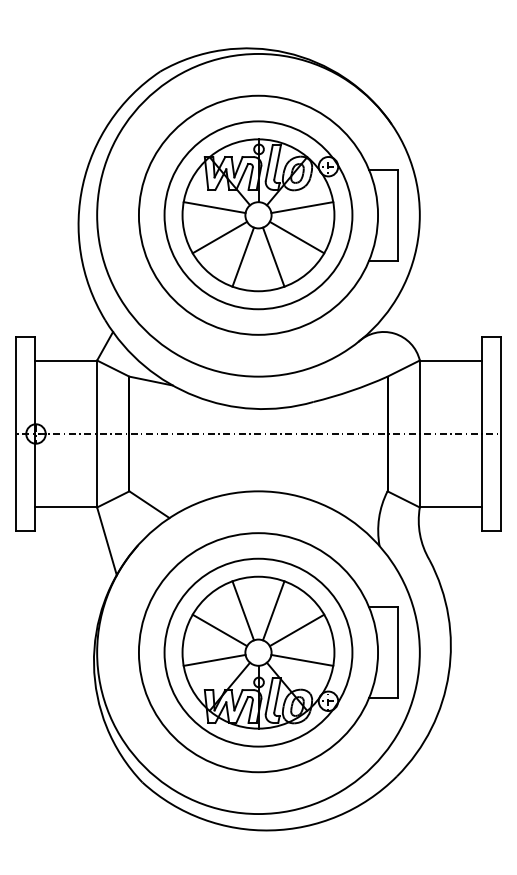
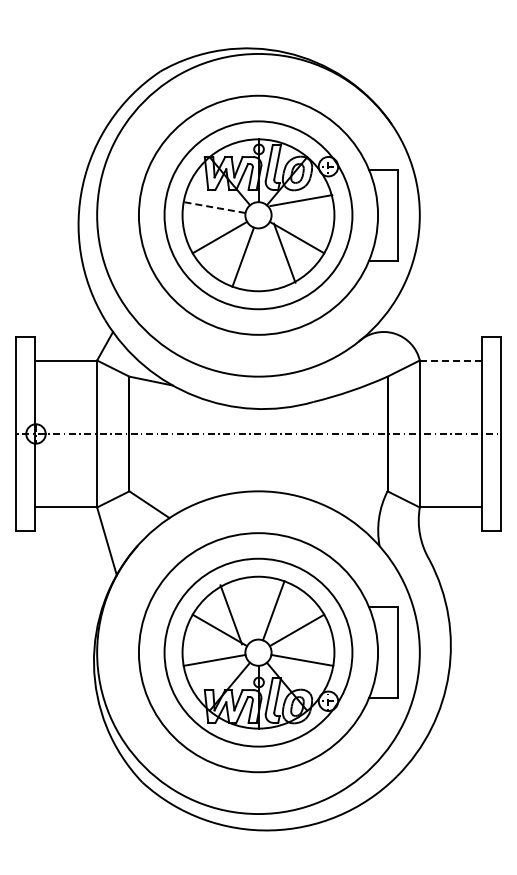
line at (214, 207): solid -> dashed
line at (302, 207) position: (302, 207) -> (301, 200)
line at (273, 256) position: (273, 256) -> (284, 252)
line at (451, 360): solid -> dashed
line at (243, 610) position: (243, 610) -> (231, 614)
